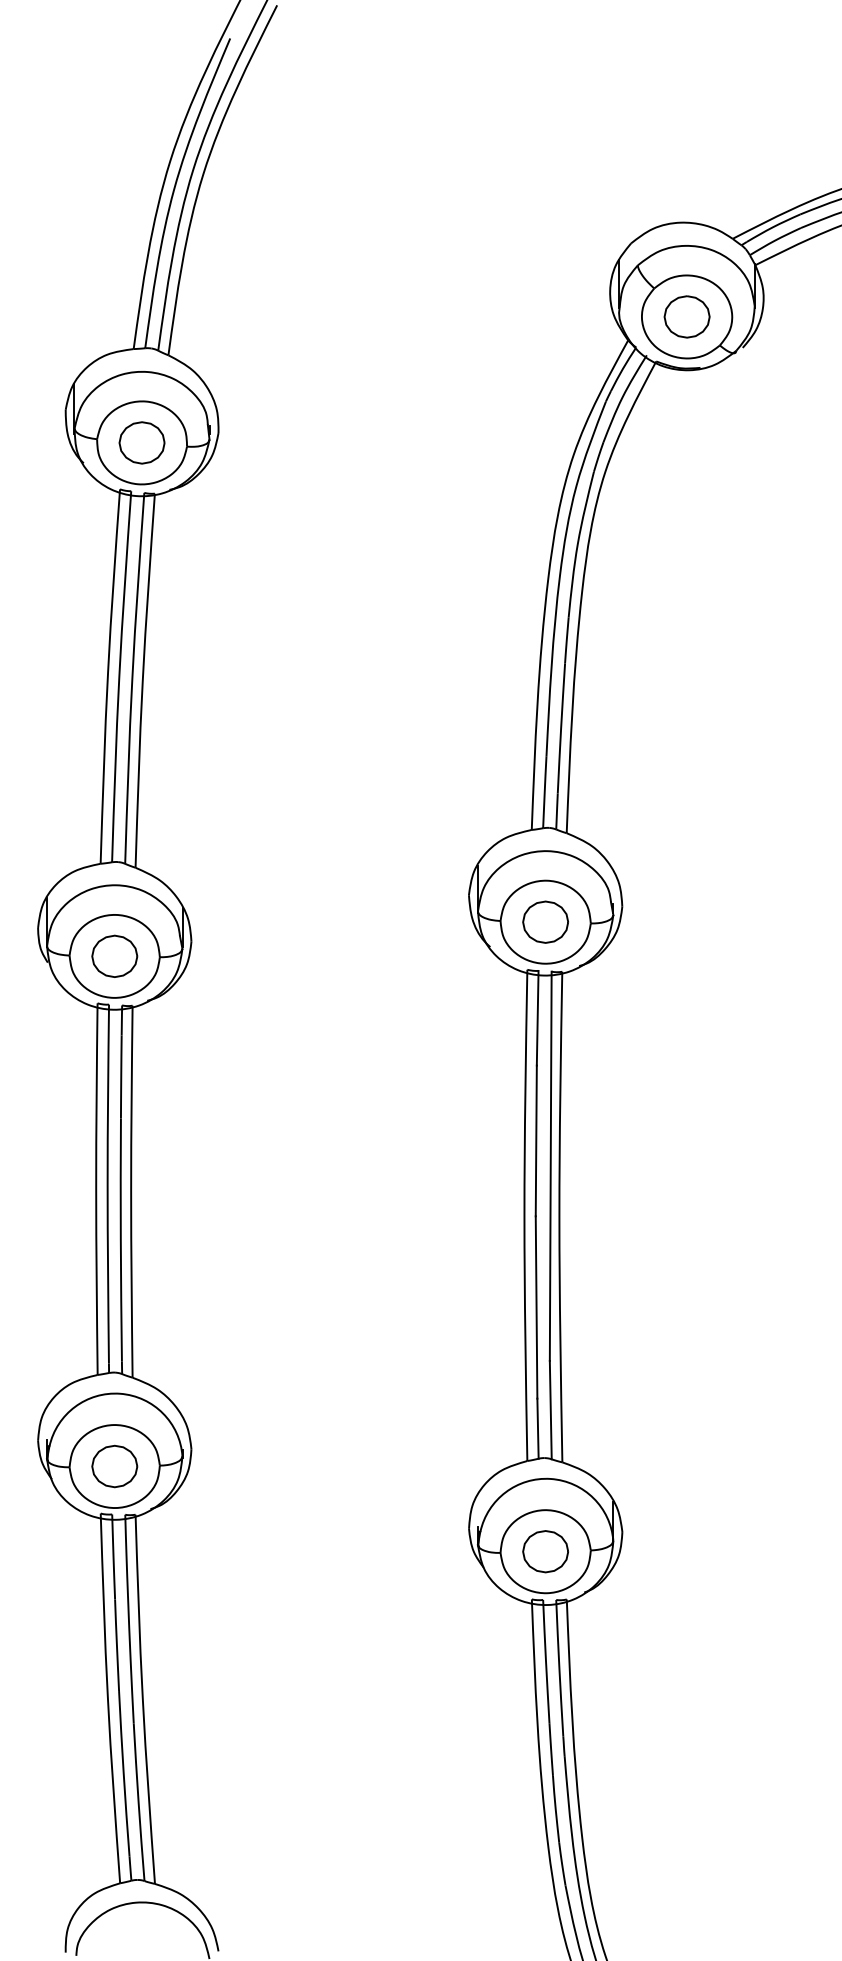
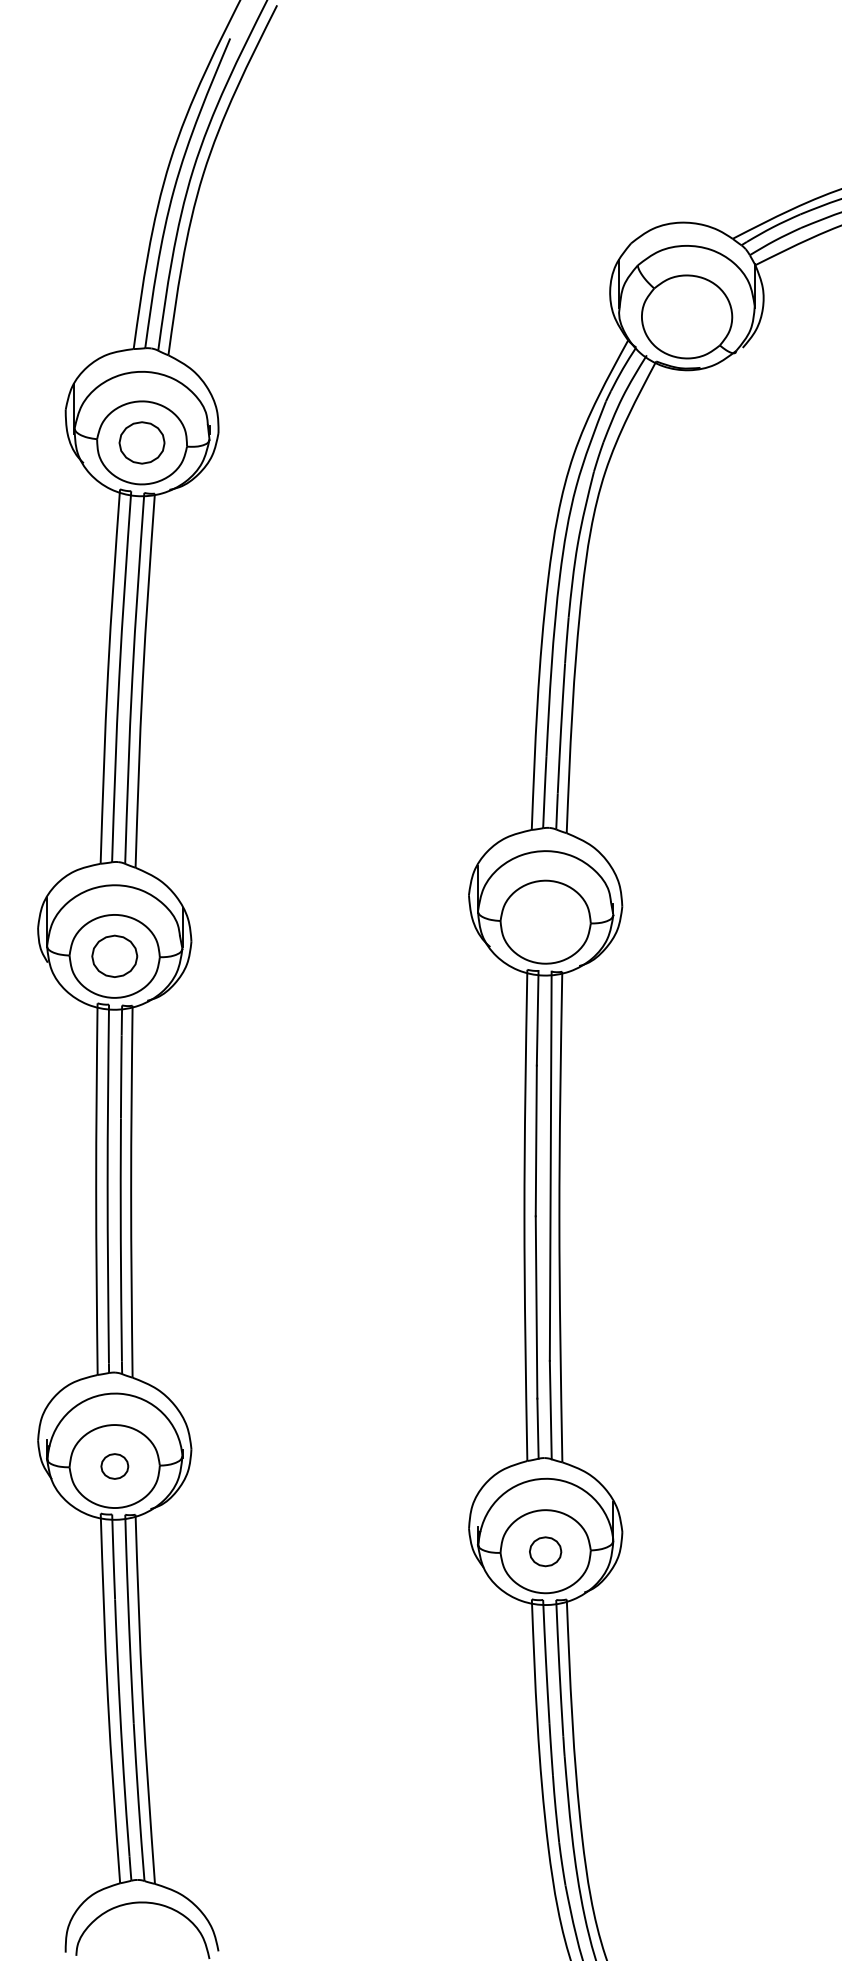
part at (686, 316): present -> none
part at (545, 921): present -> none
part at (114, 1466) size: 48x45 px -> 30x27 px
part at (545, 1551) size: 47x44 px -> 34x32 px
